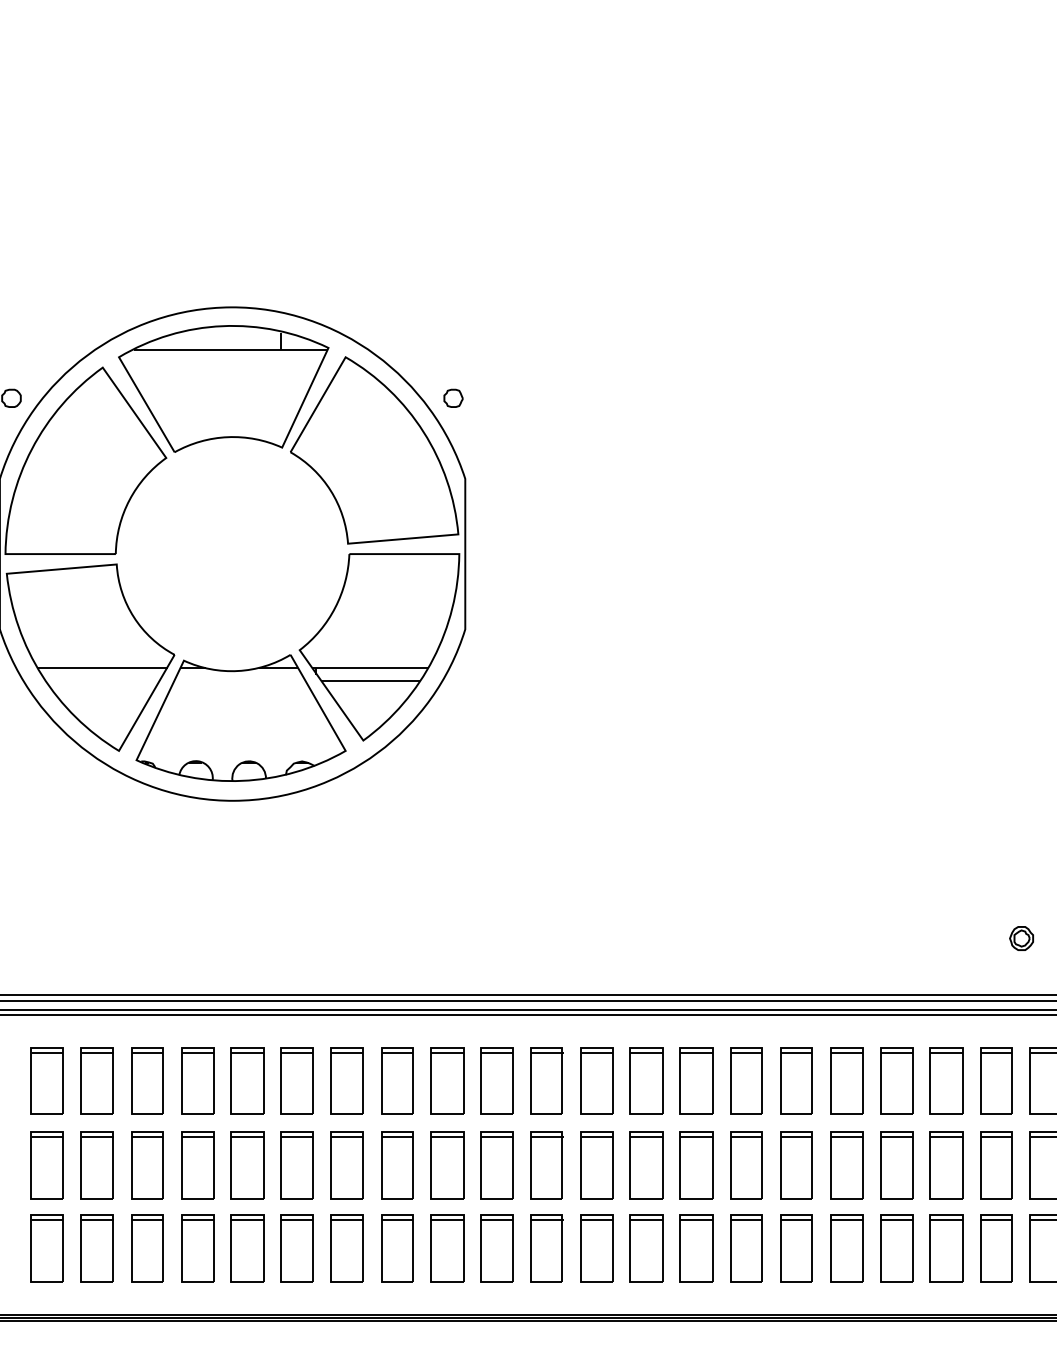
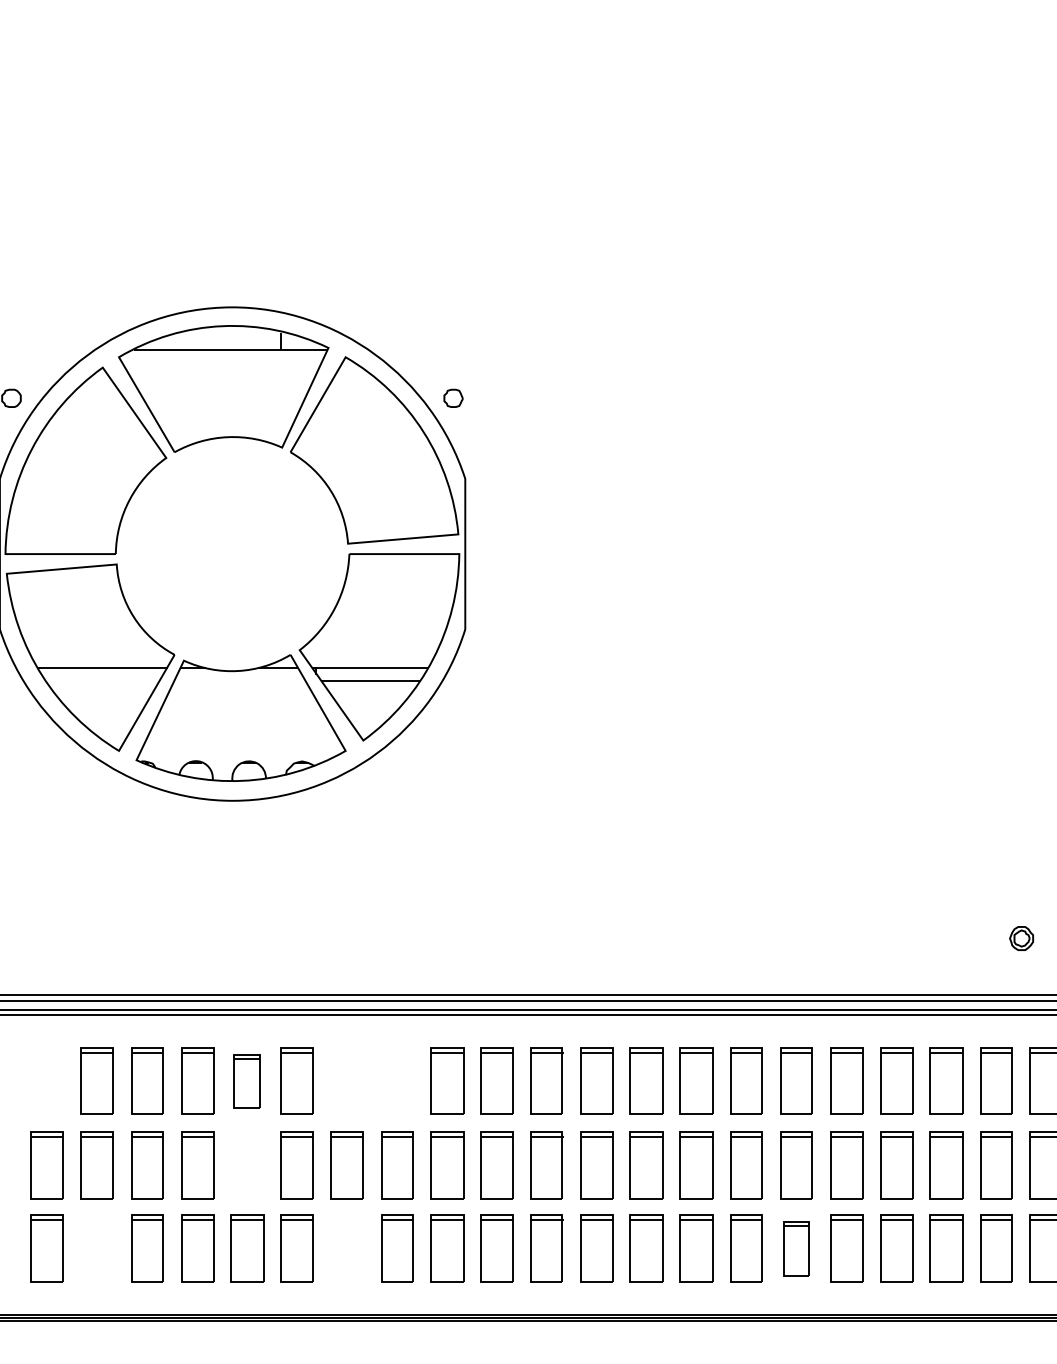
part at (46, 1080): present -> none
part at (247, 1080) size: 35x68 px -> 28x55 px
part at (346, 1080): present -> none
part at (397, 1080): present -> none
part at (247, 1165): present -> none
part at (96, 1248): present -> none
part at (346, 1248): present -> none
part at (796, 1248) size: 33x69 px -> 27x56 px
